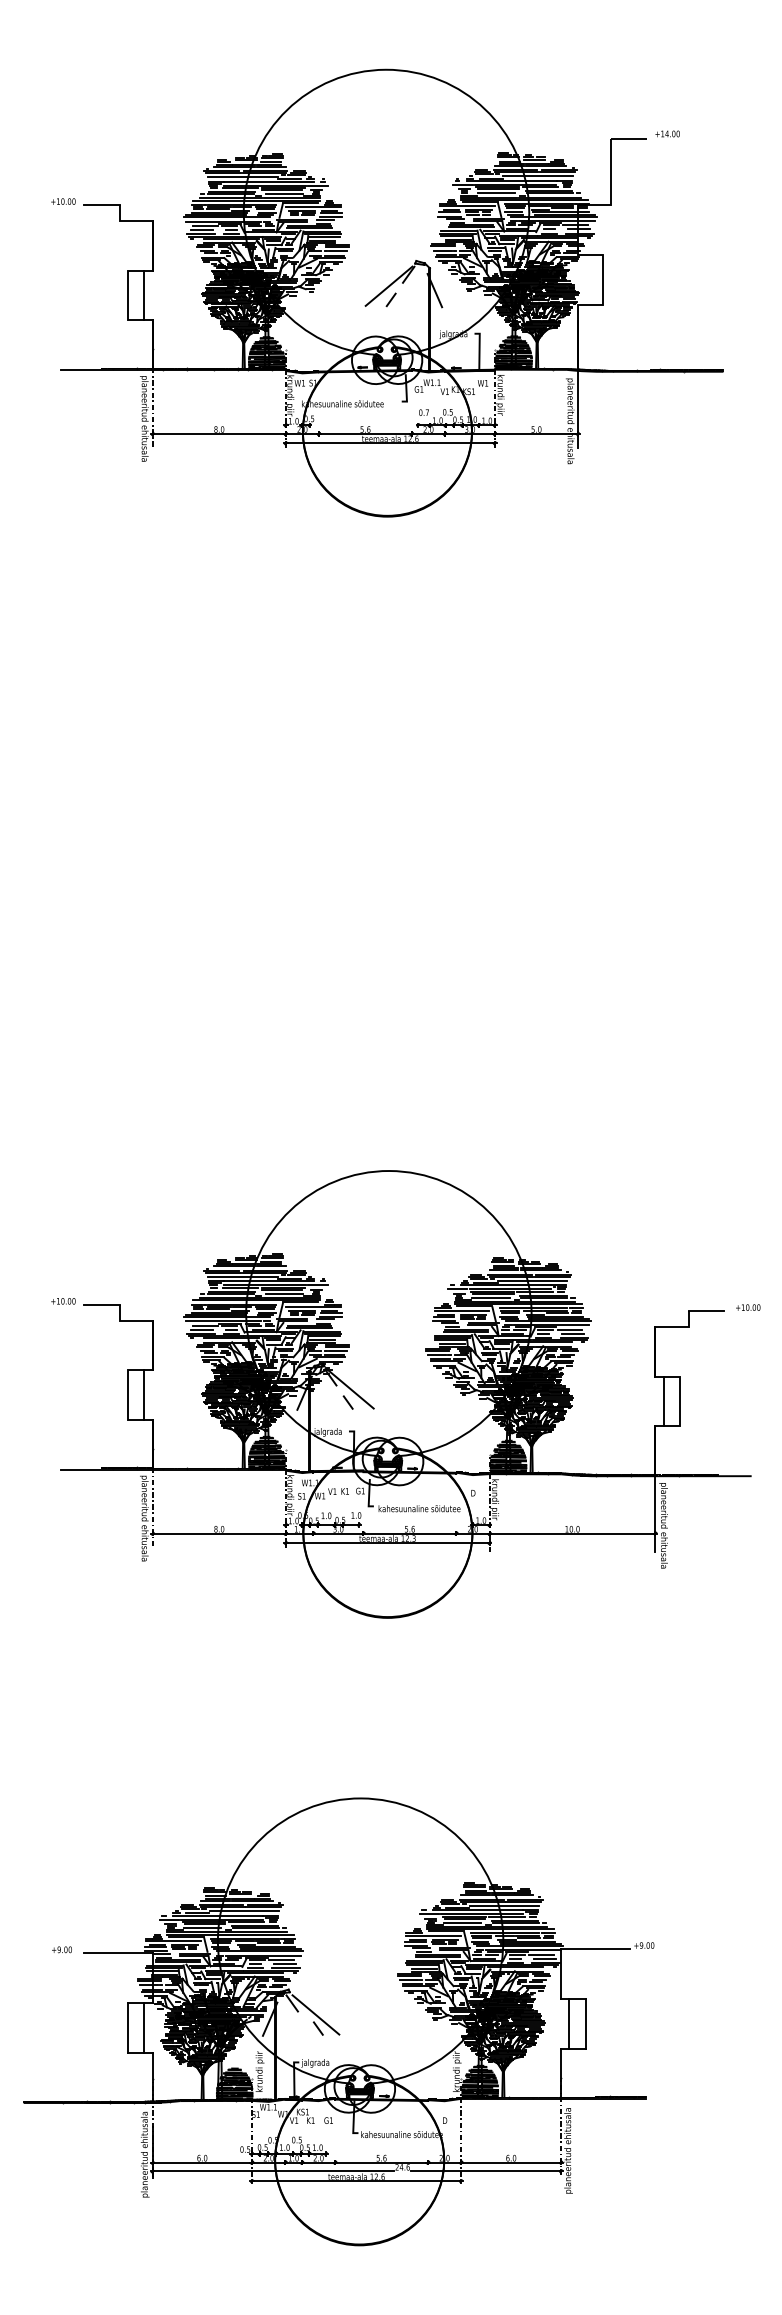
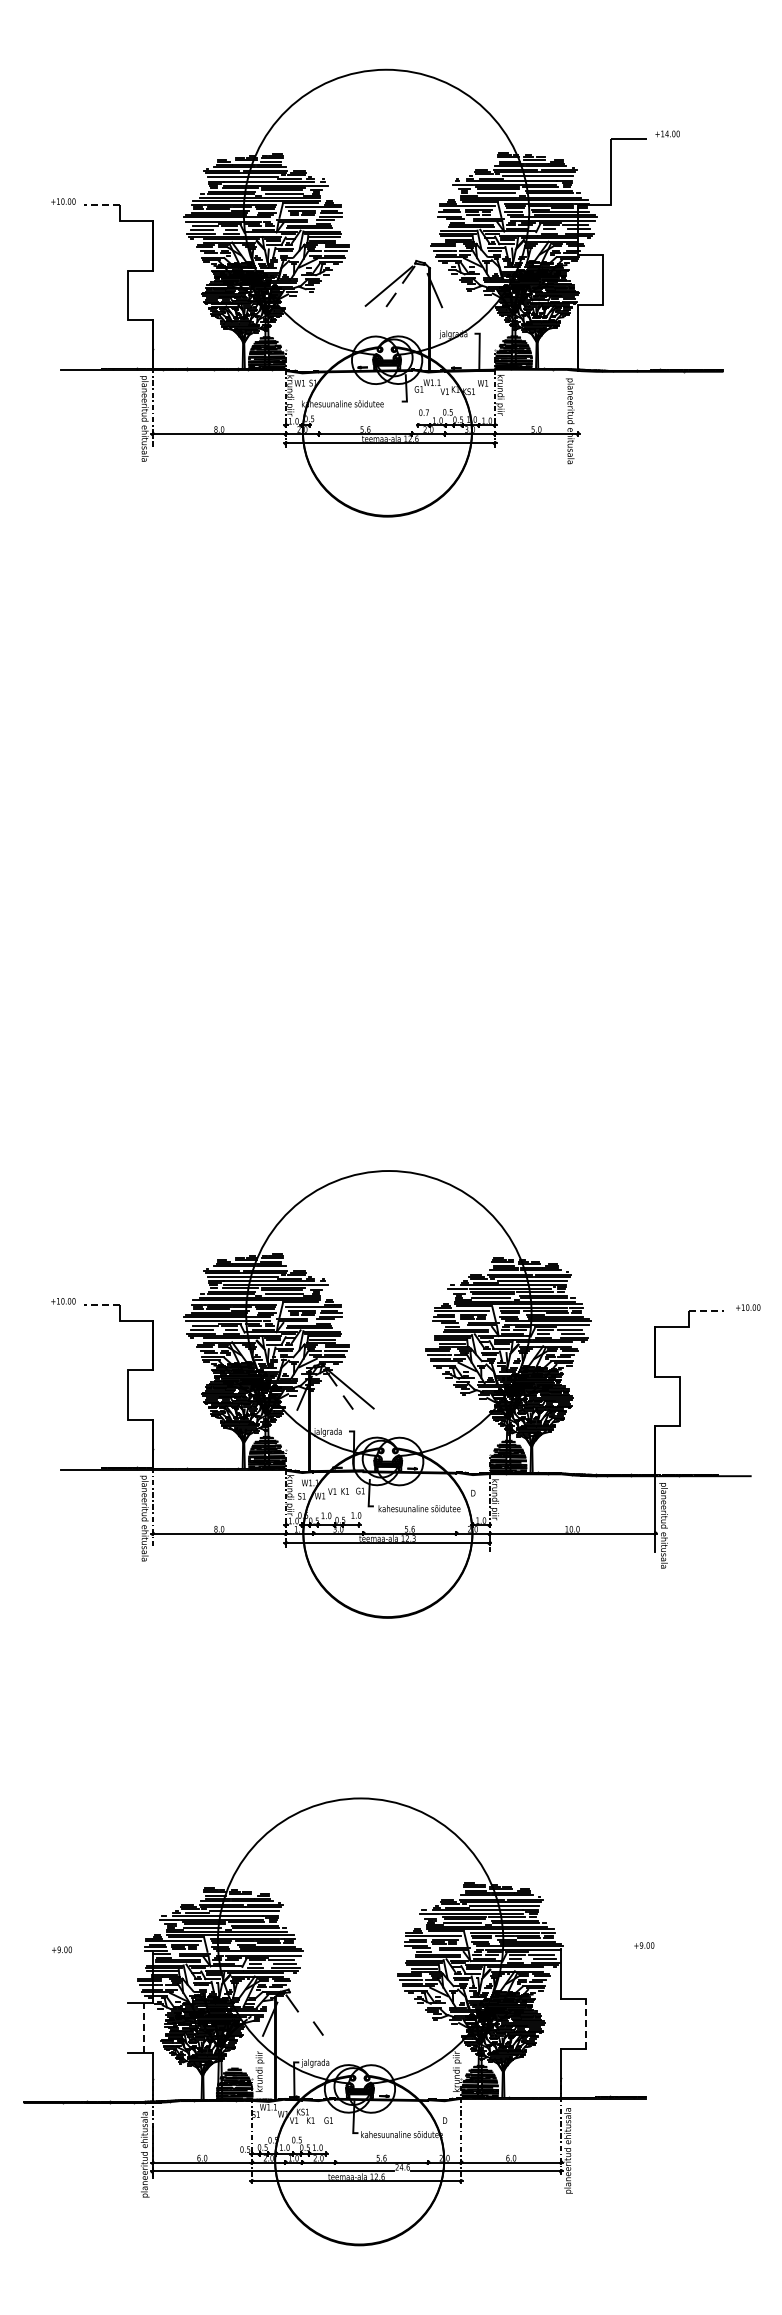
line at (101, 204): solid -> dashed
line at (144, 295): present -> none
line at (578, 399): present -> none
line at (101, 1304): solid -> dashed
line at (706, 1310): solid -> dashed
line at (144, 1395): present -> none
line at (663, 1401): present -> none
line at (595, 1949): present -> none
line at (117, 1953): present -> none
line at (315, 2014): present -> none
line at (569, 2023): present -> none
line at (586, 2023): solid -> dashed
line at (127, 2027): present -> none
line at (144, 2028): solid -> dashed
